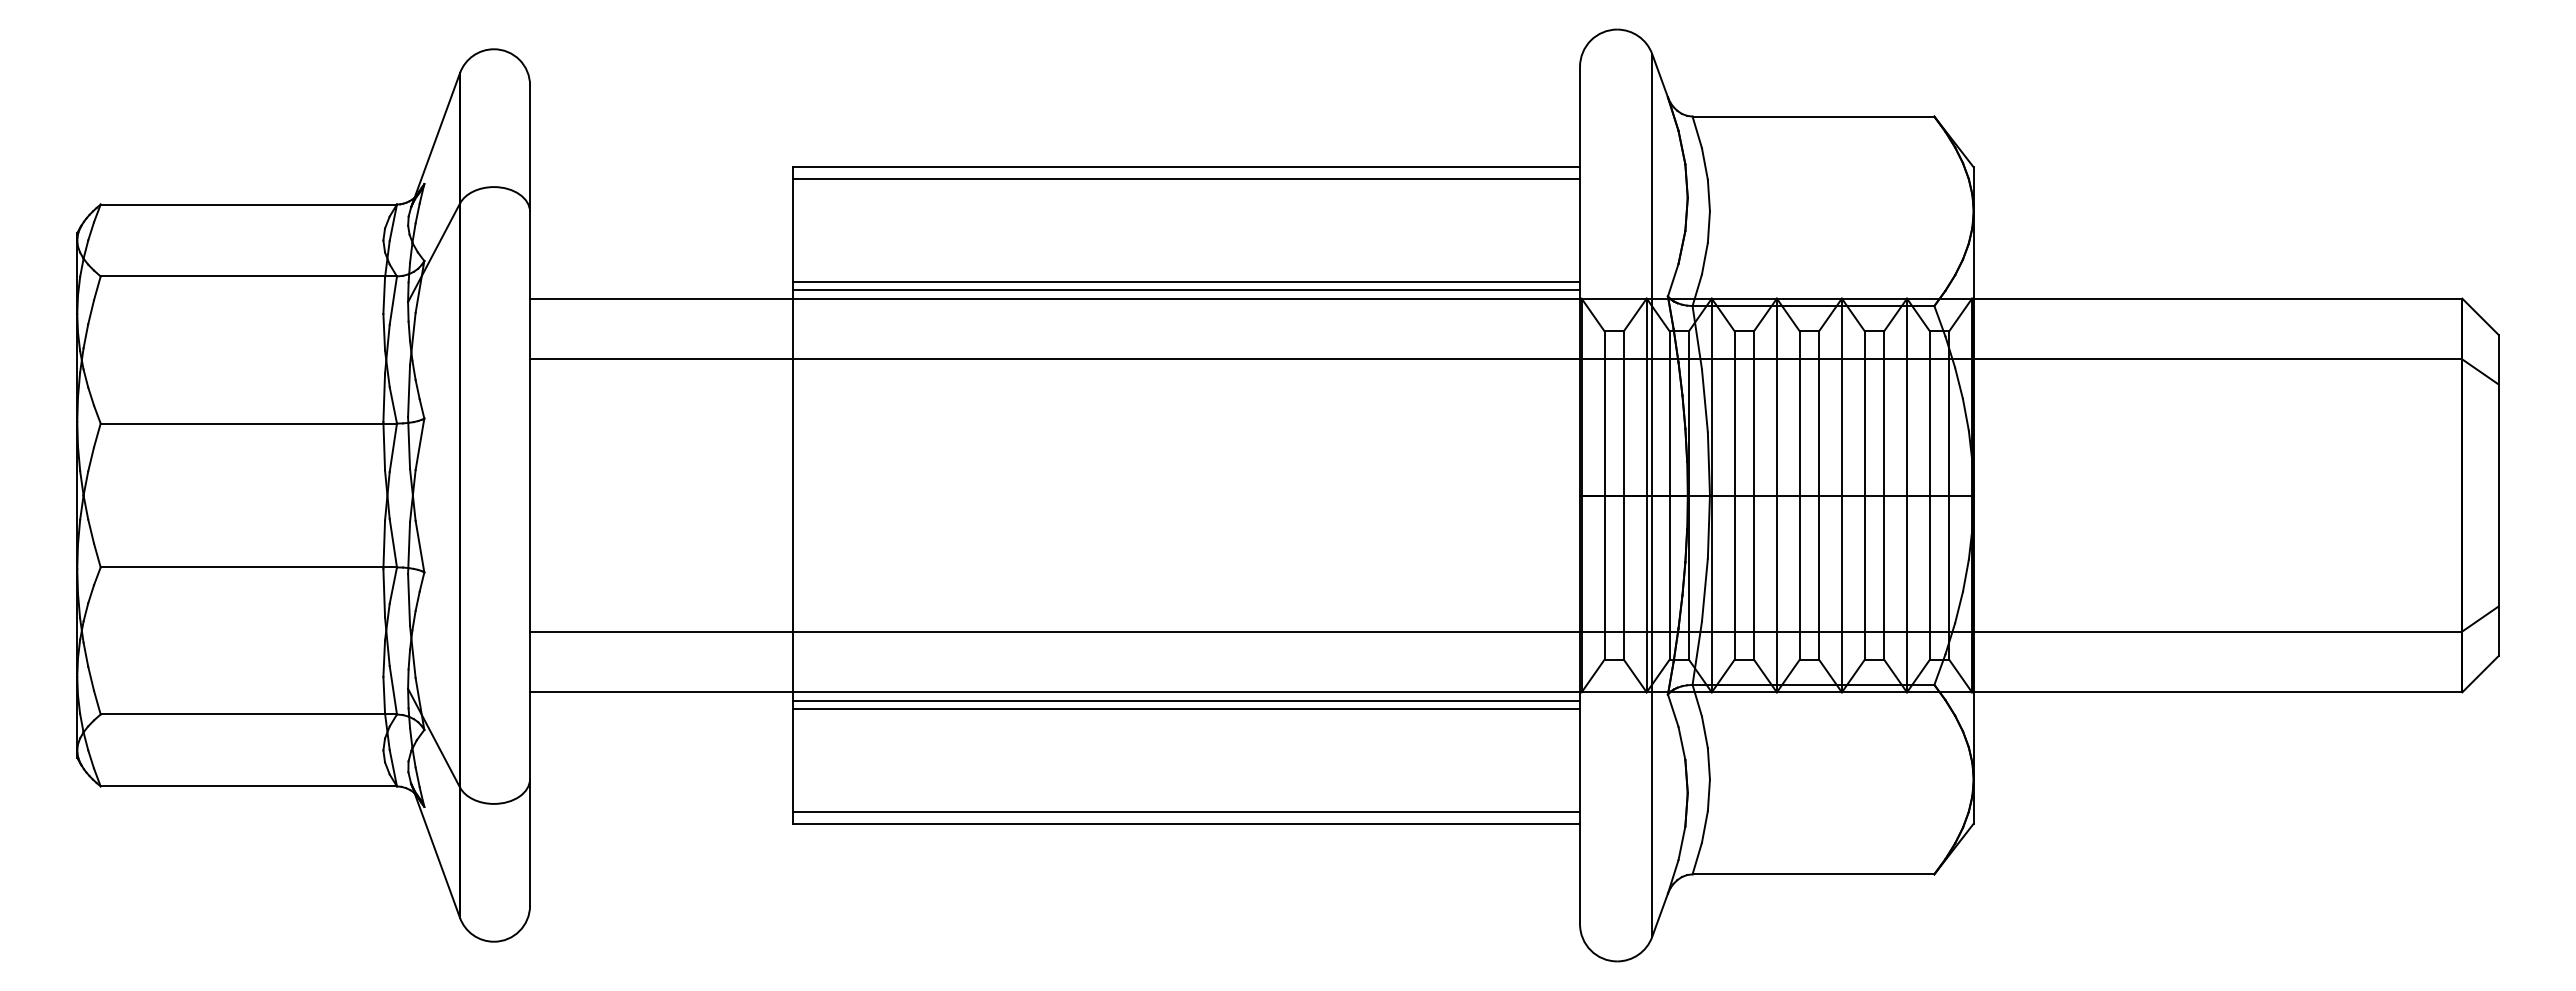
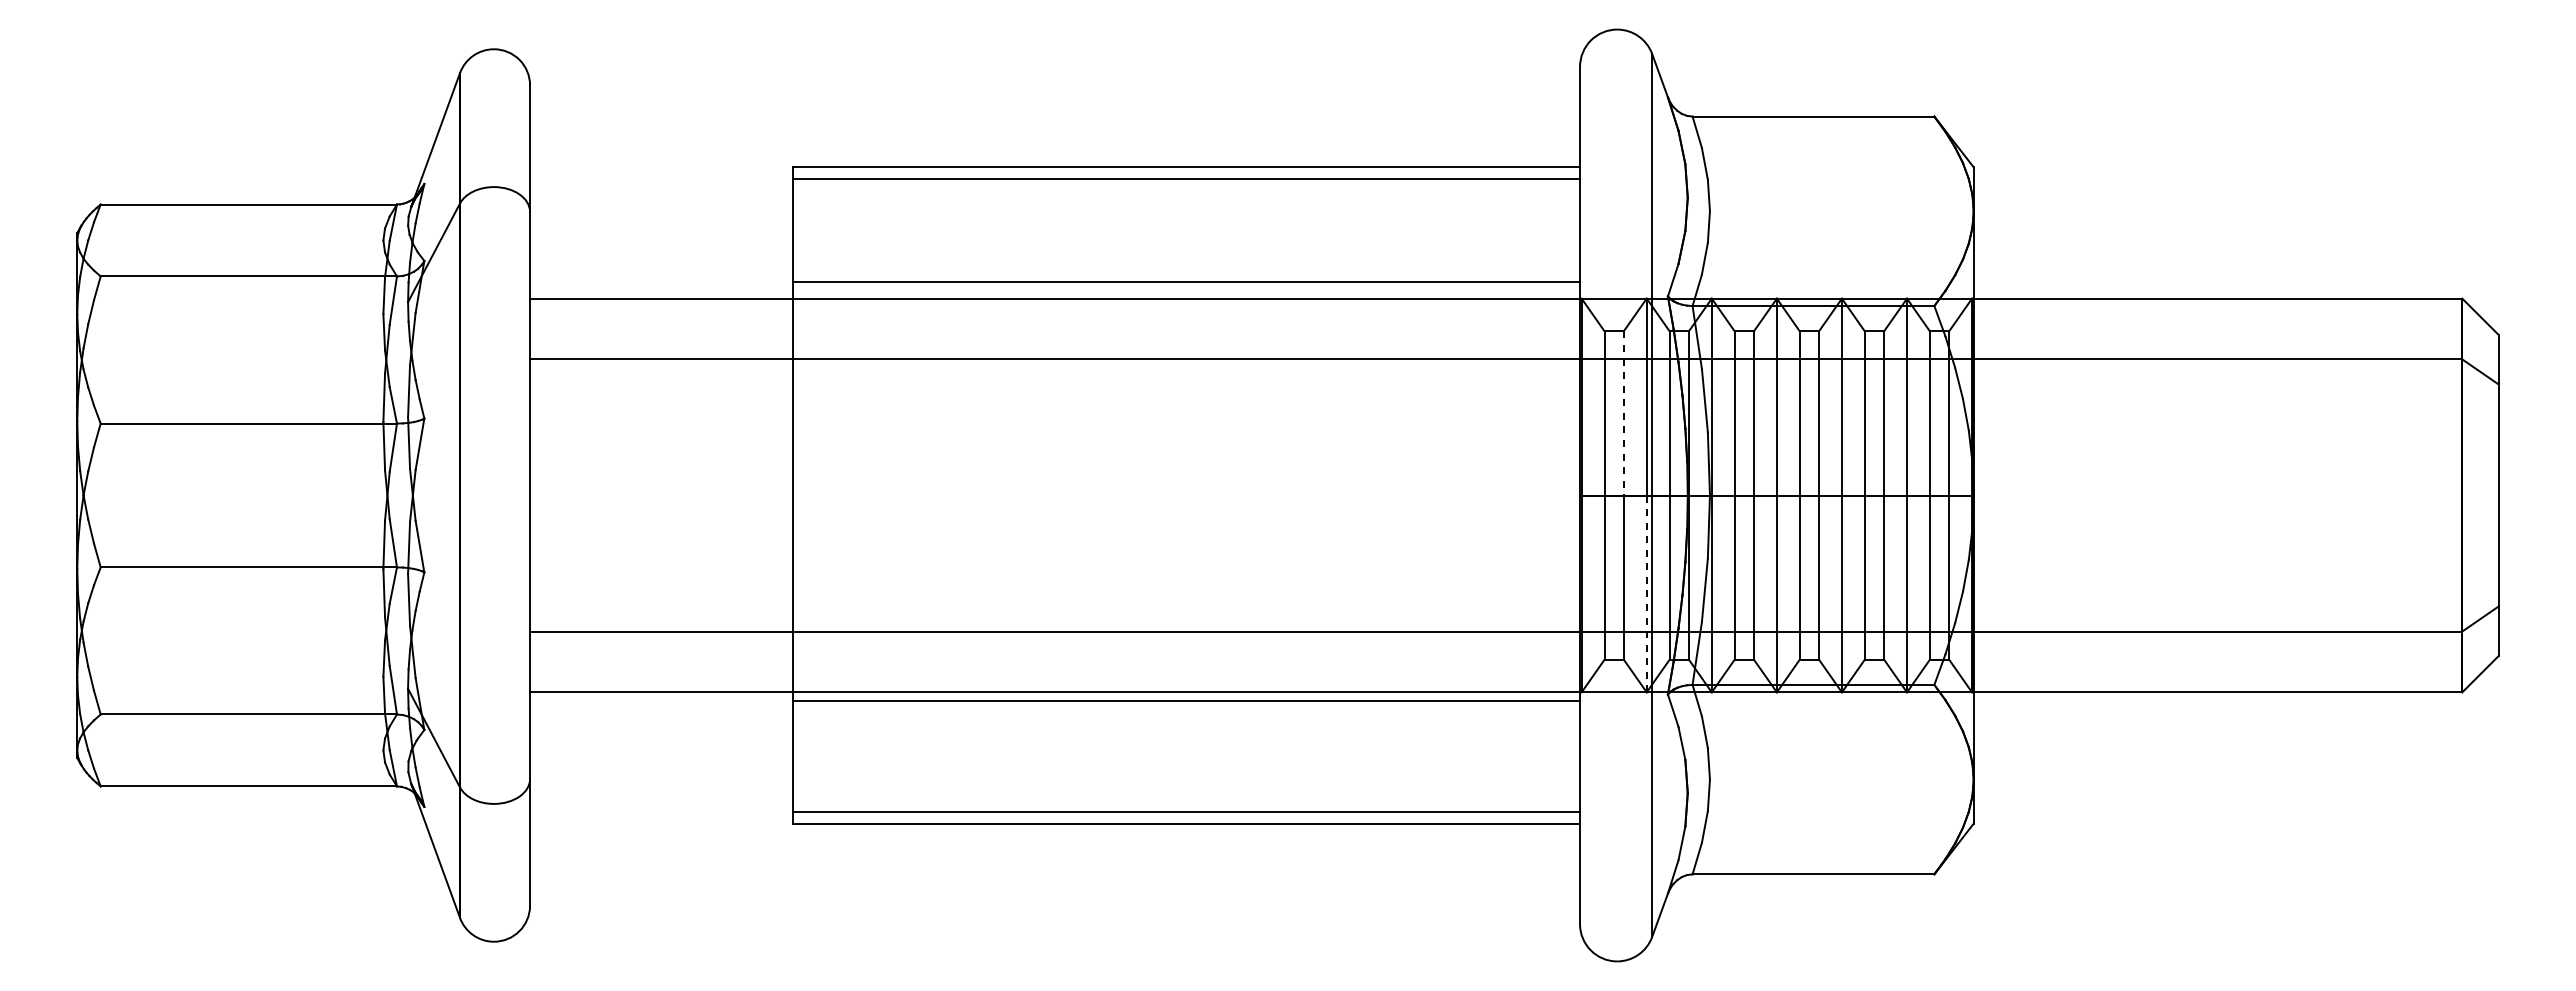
line at (1186, 290): present -> none
line at (1623, 413): solid -> dashed
line at (1646, 594): solid -> dashed
line at (1186, 708): present -> none
